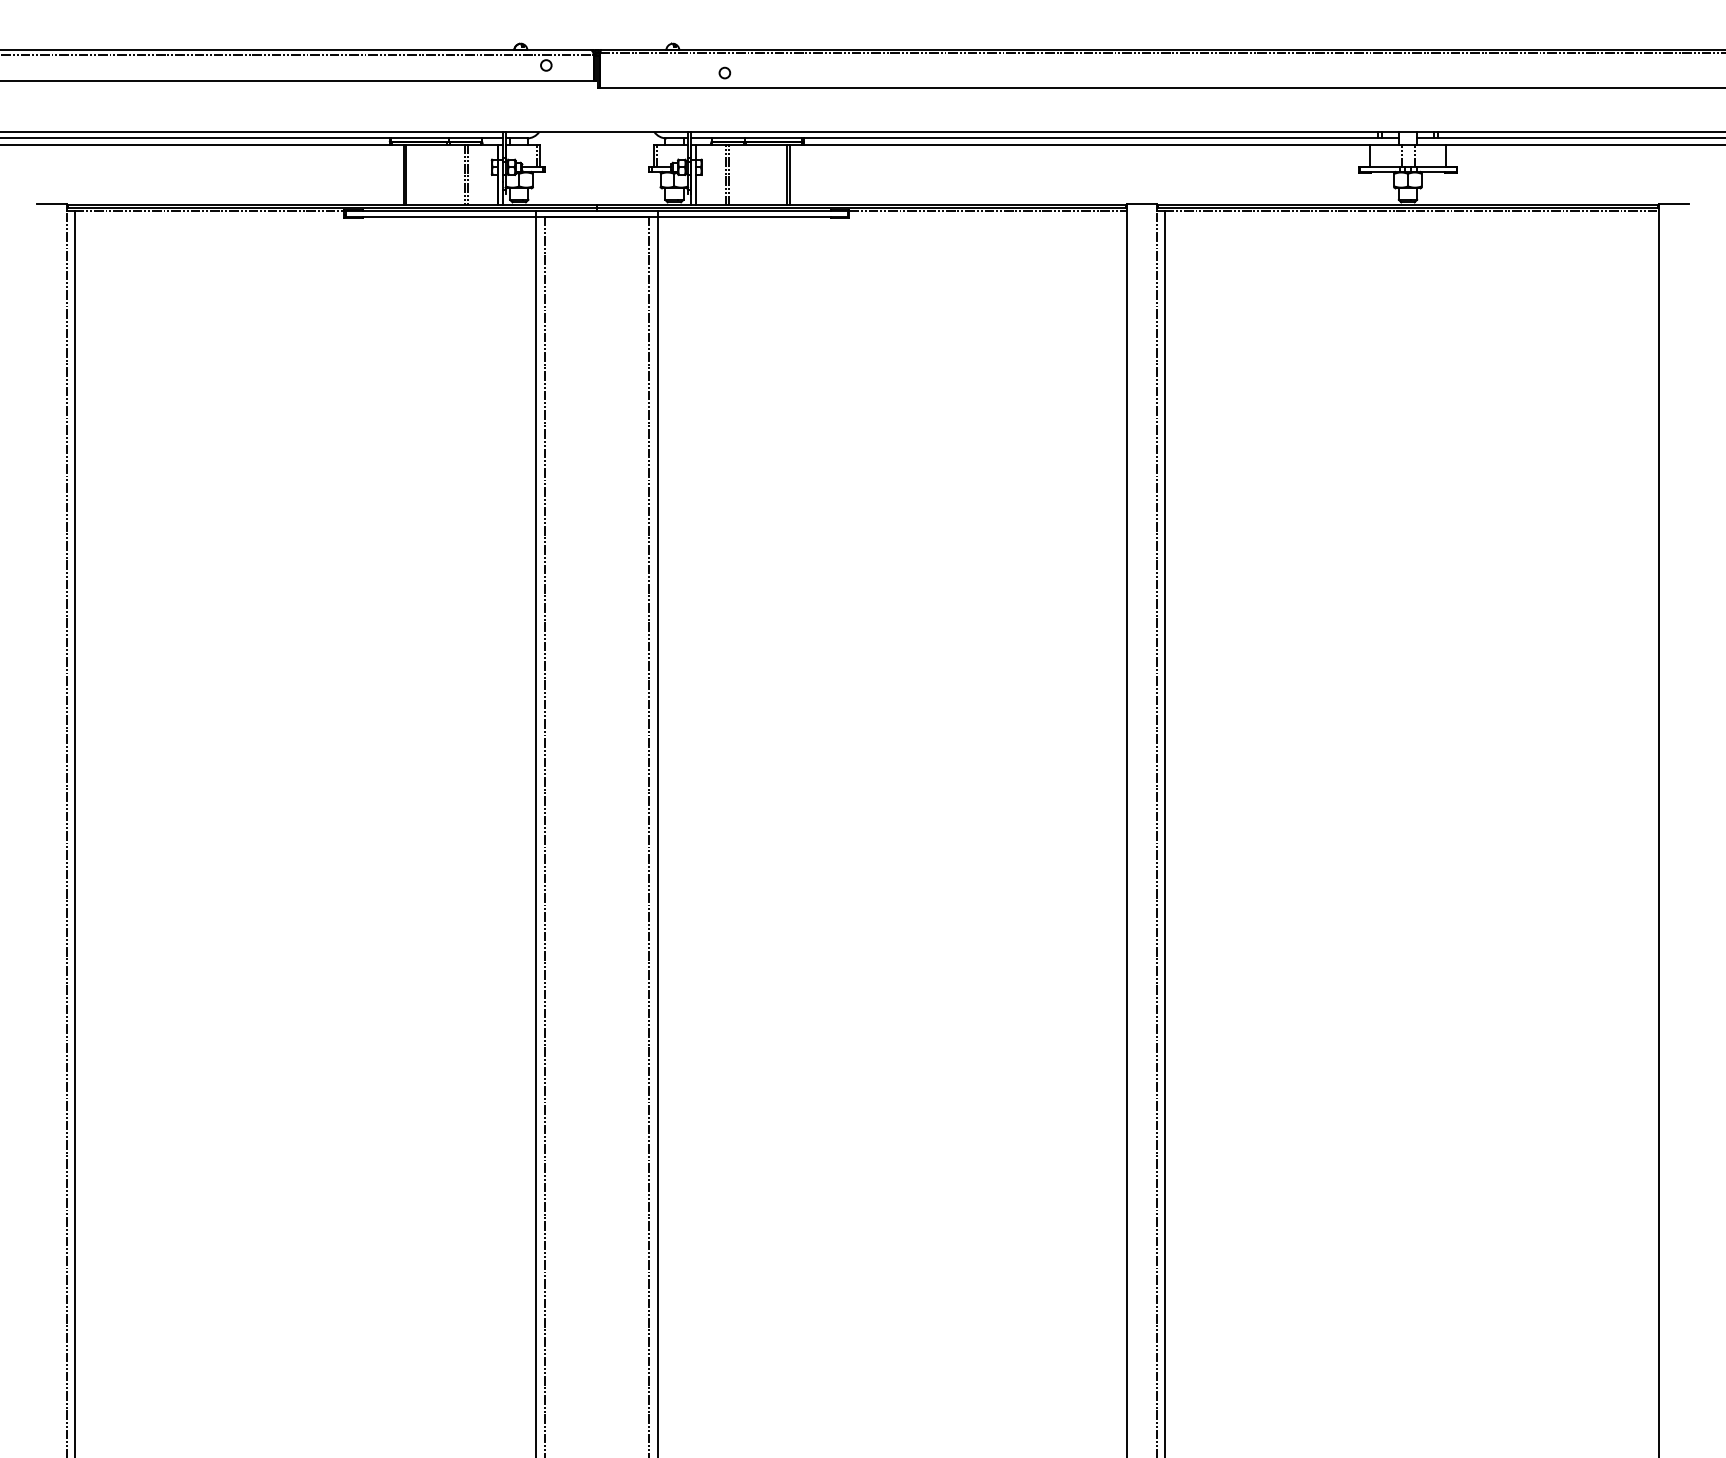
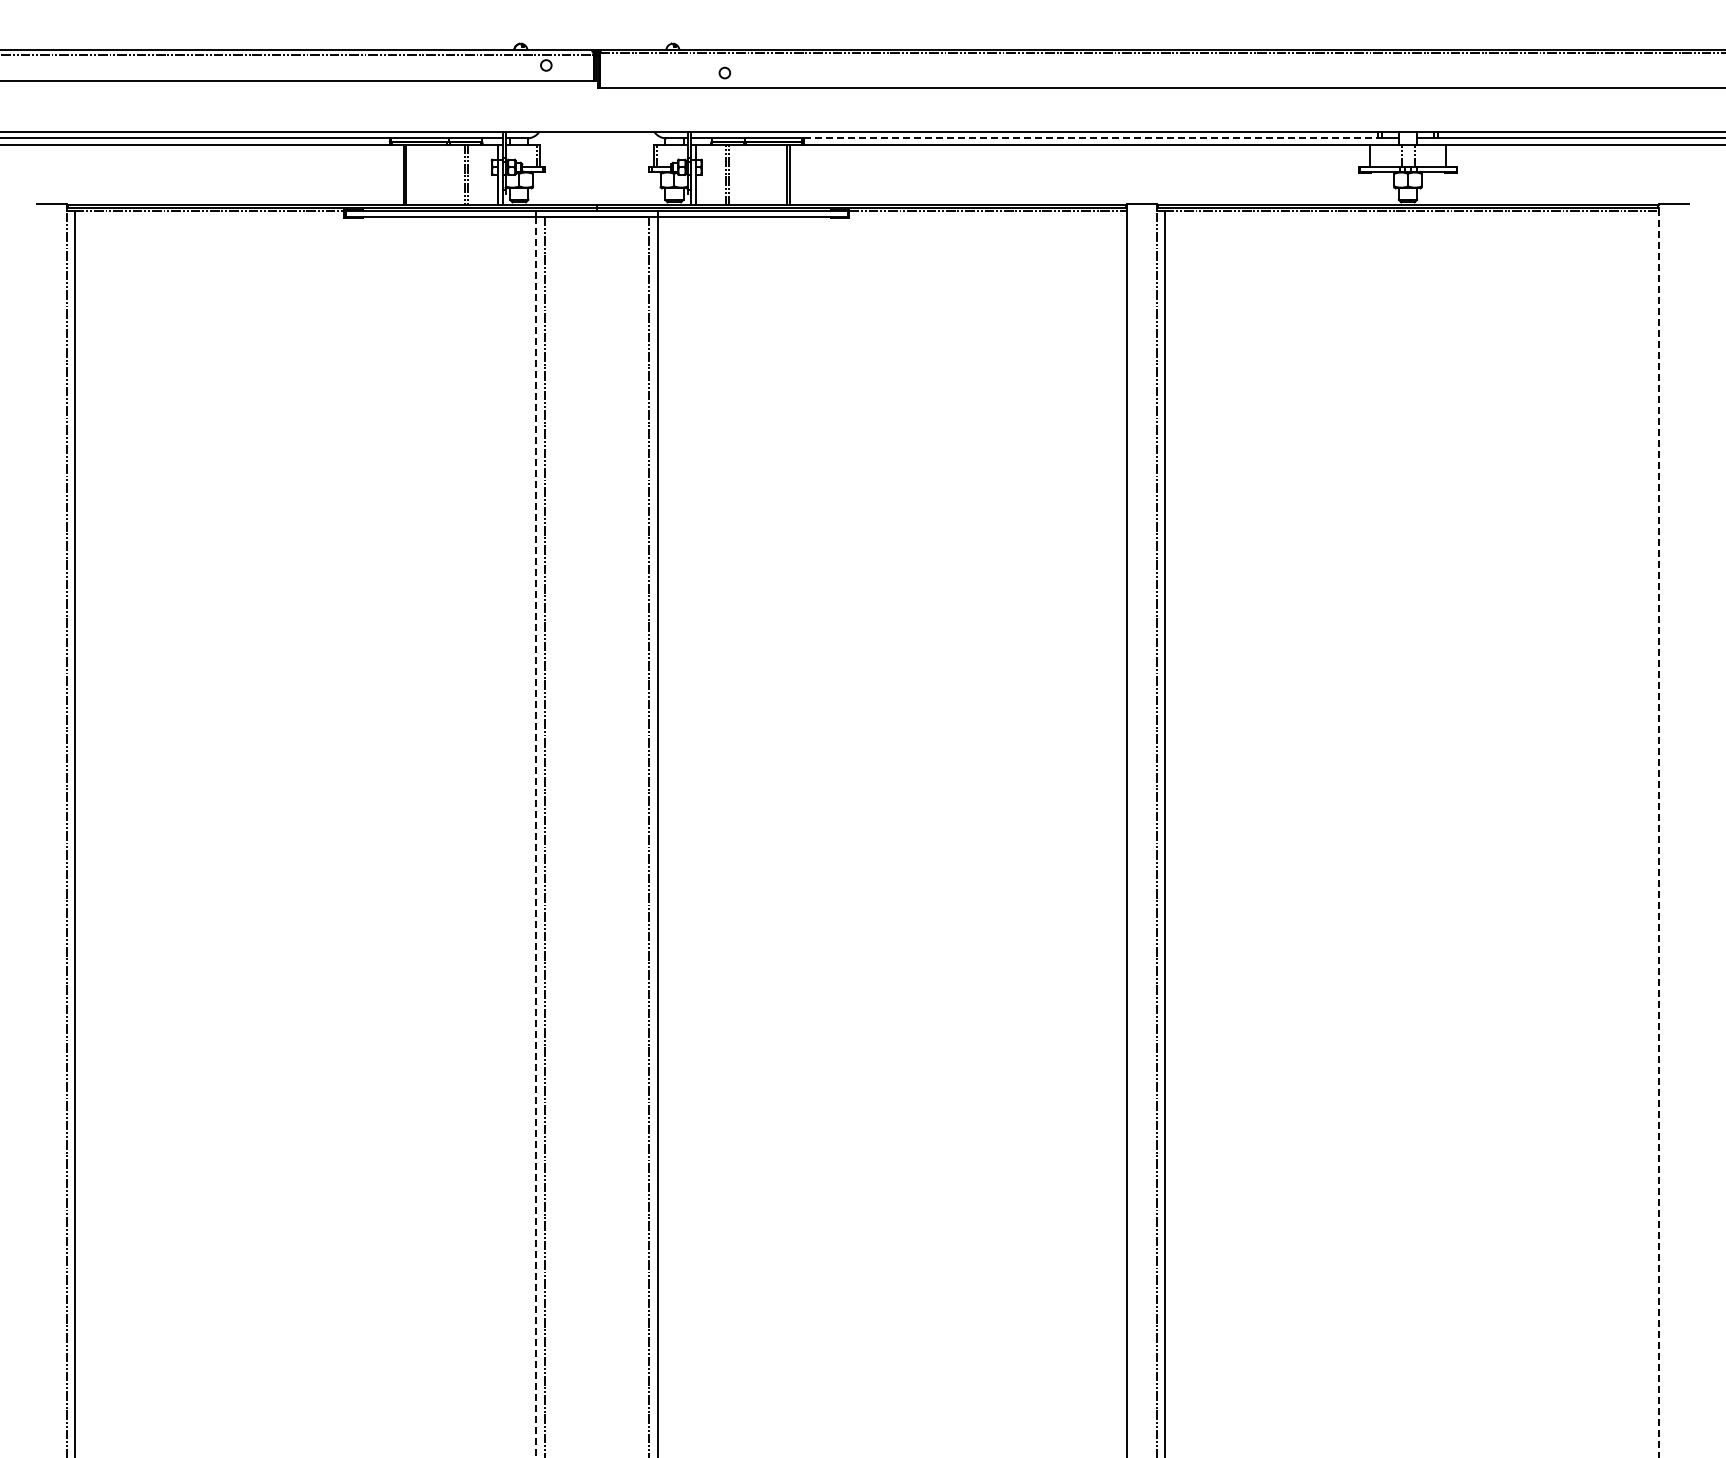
line at (1090, 138): solid -> dashed
line at (1658, 830): solid -> dashed
line at (535, 837): solid -> dashed
